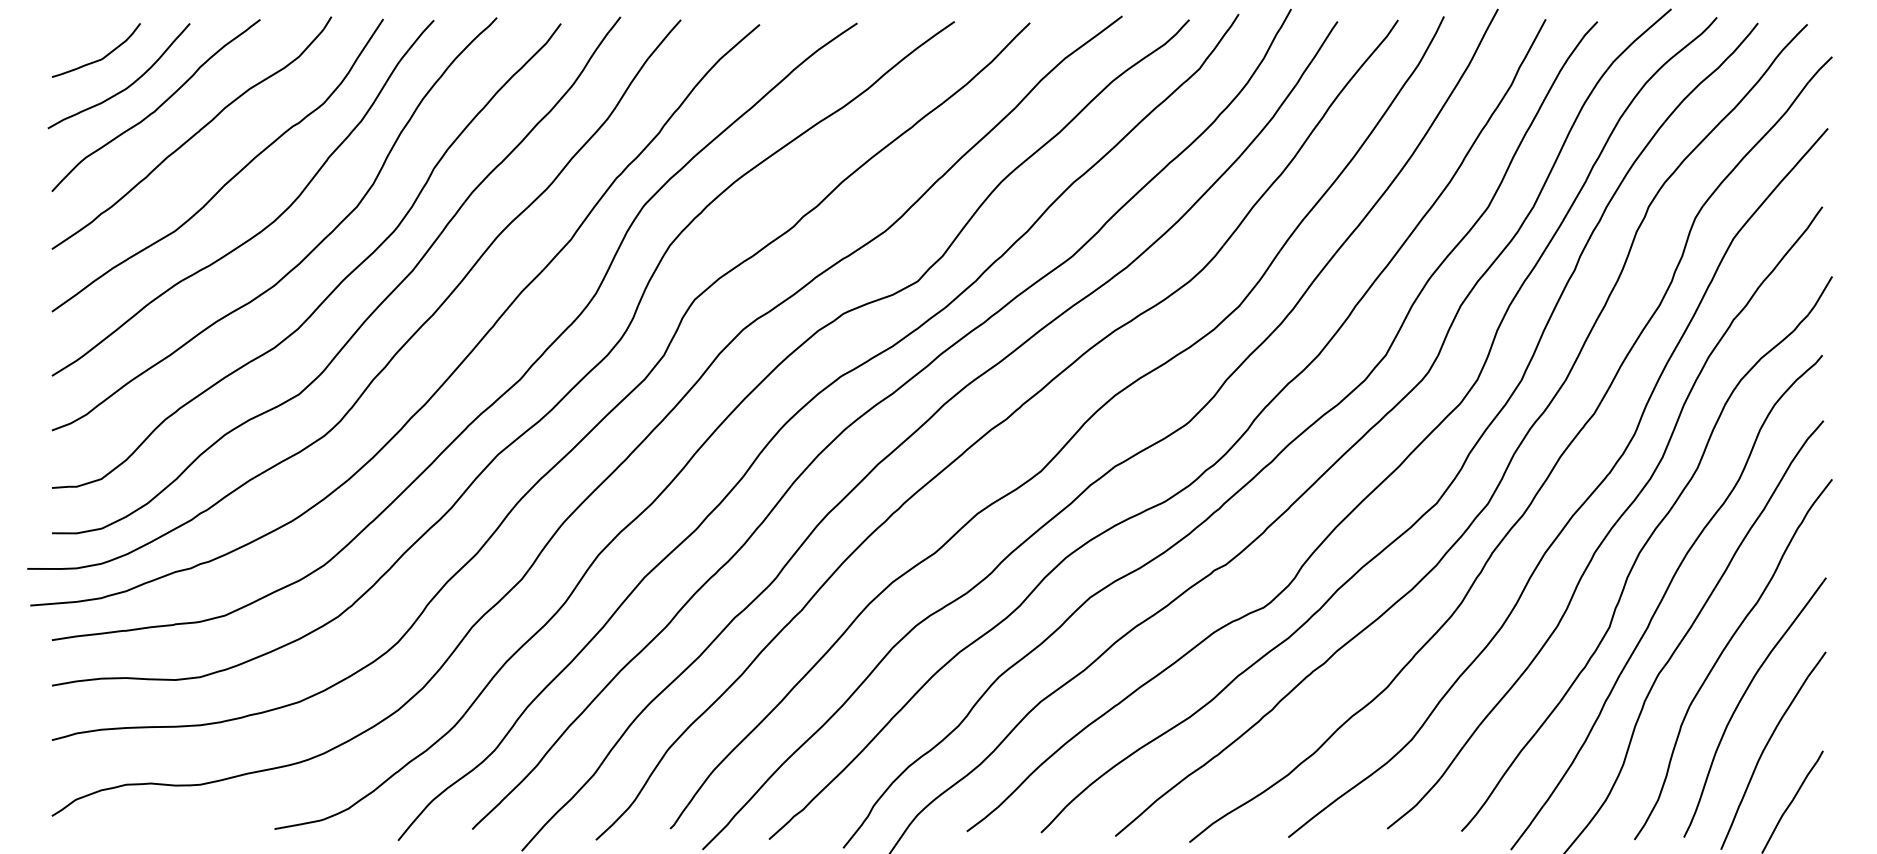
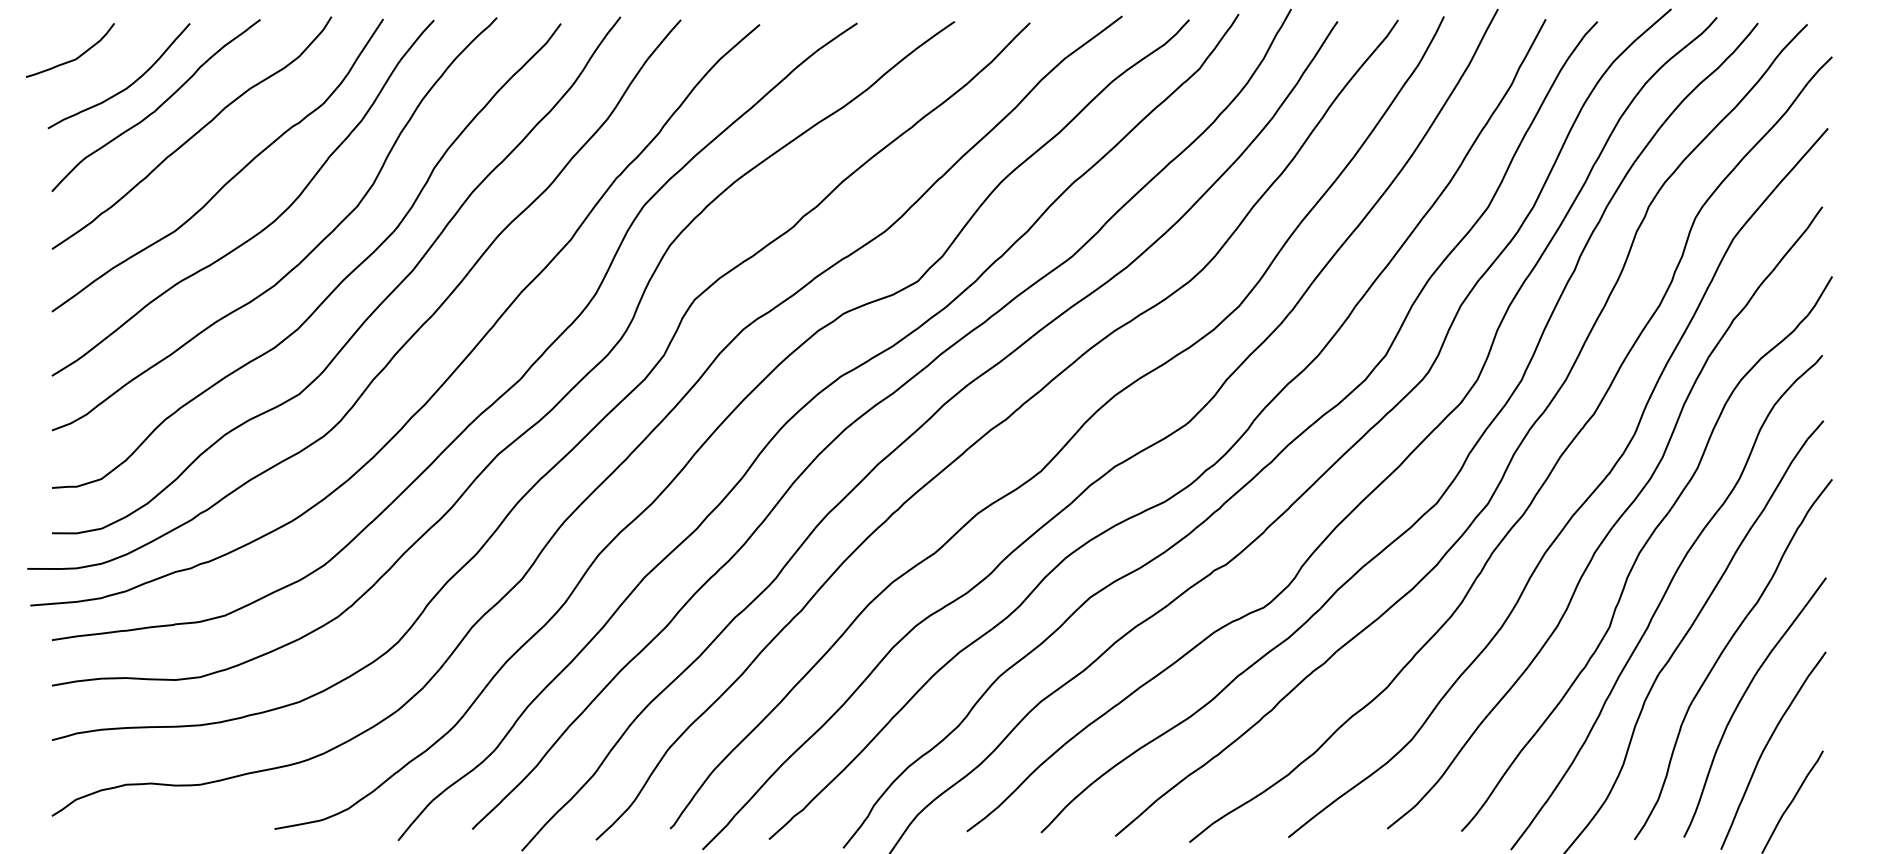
curve at (98, 59) position: (98, 59) -> (72, 59)
